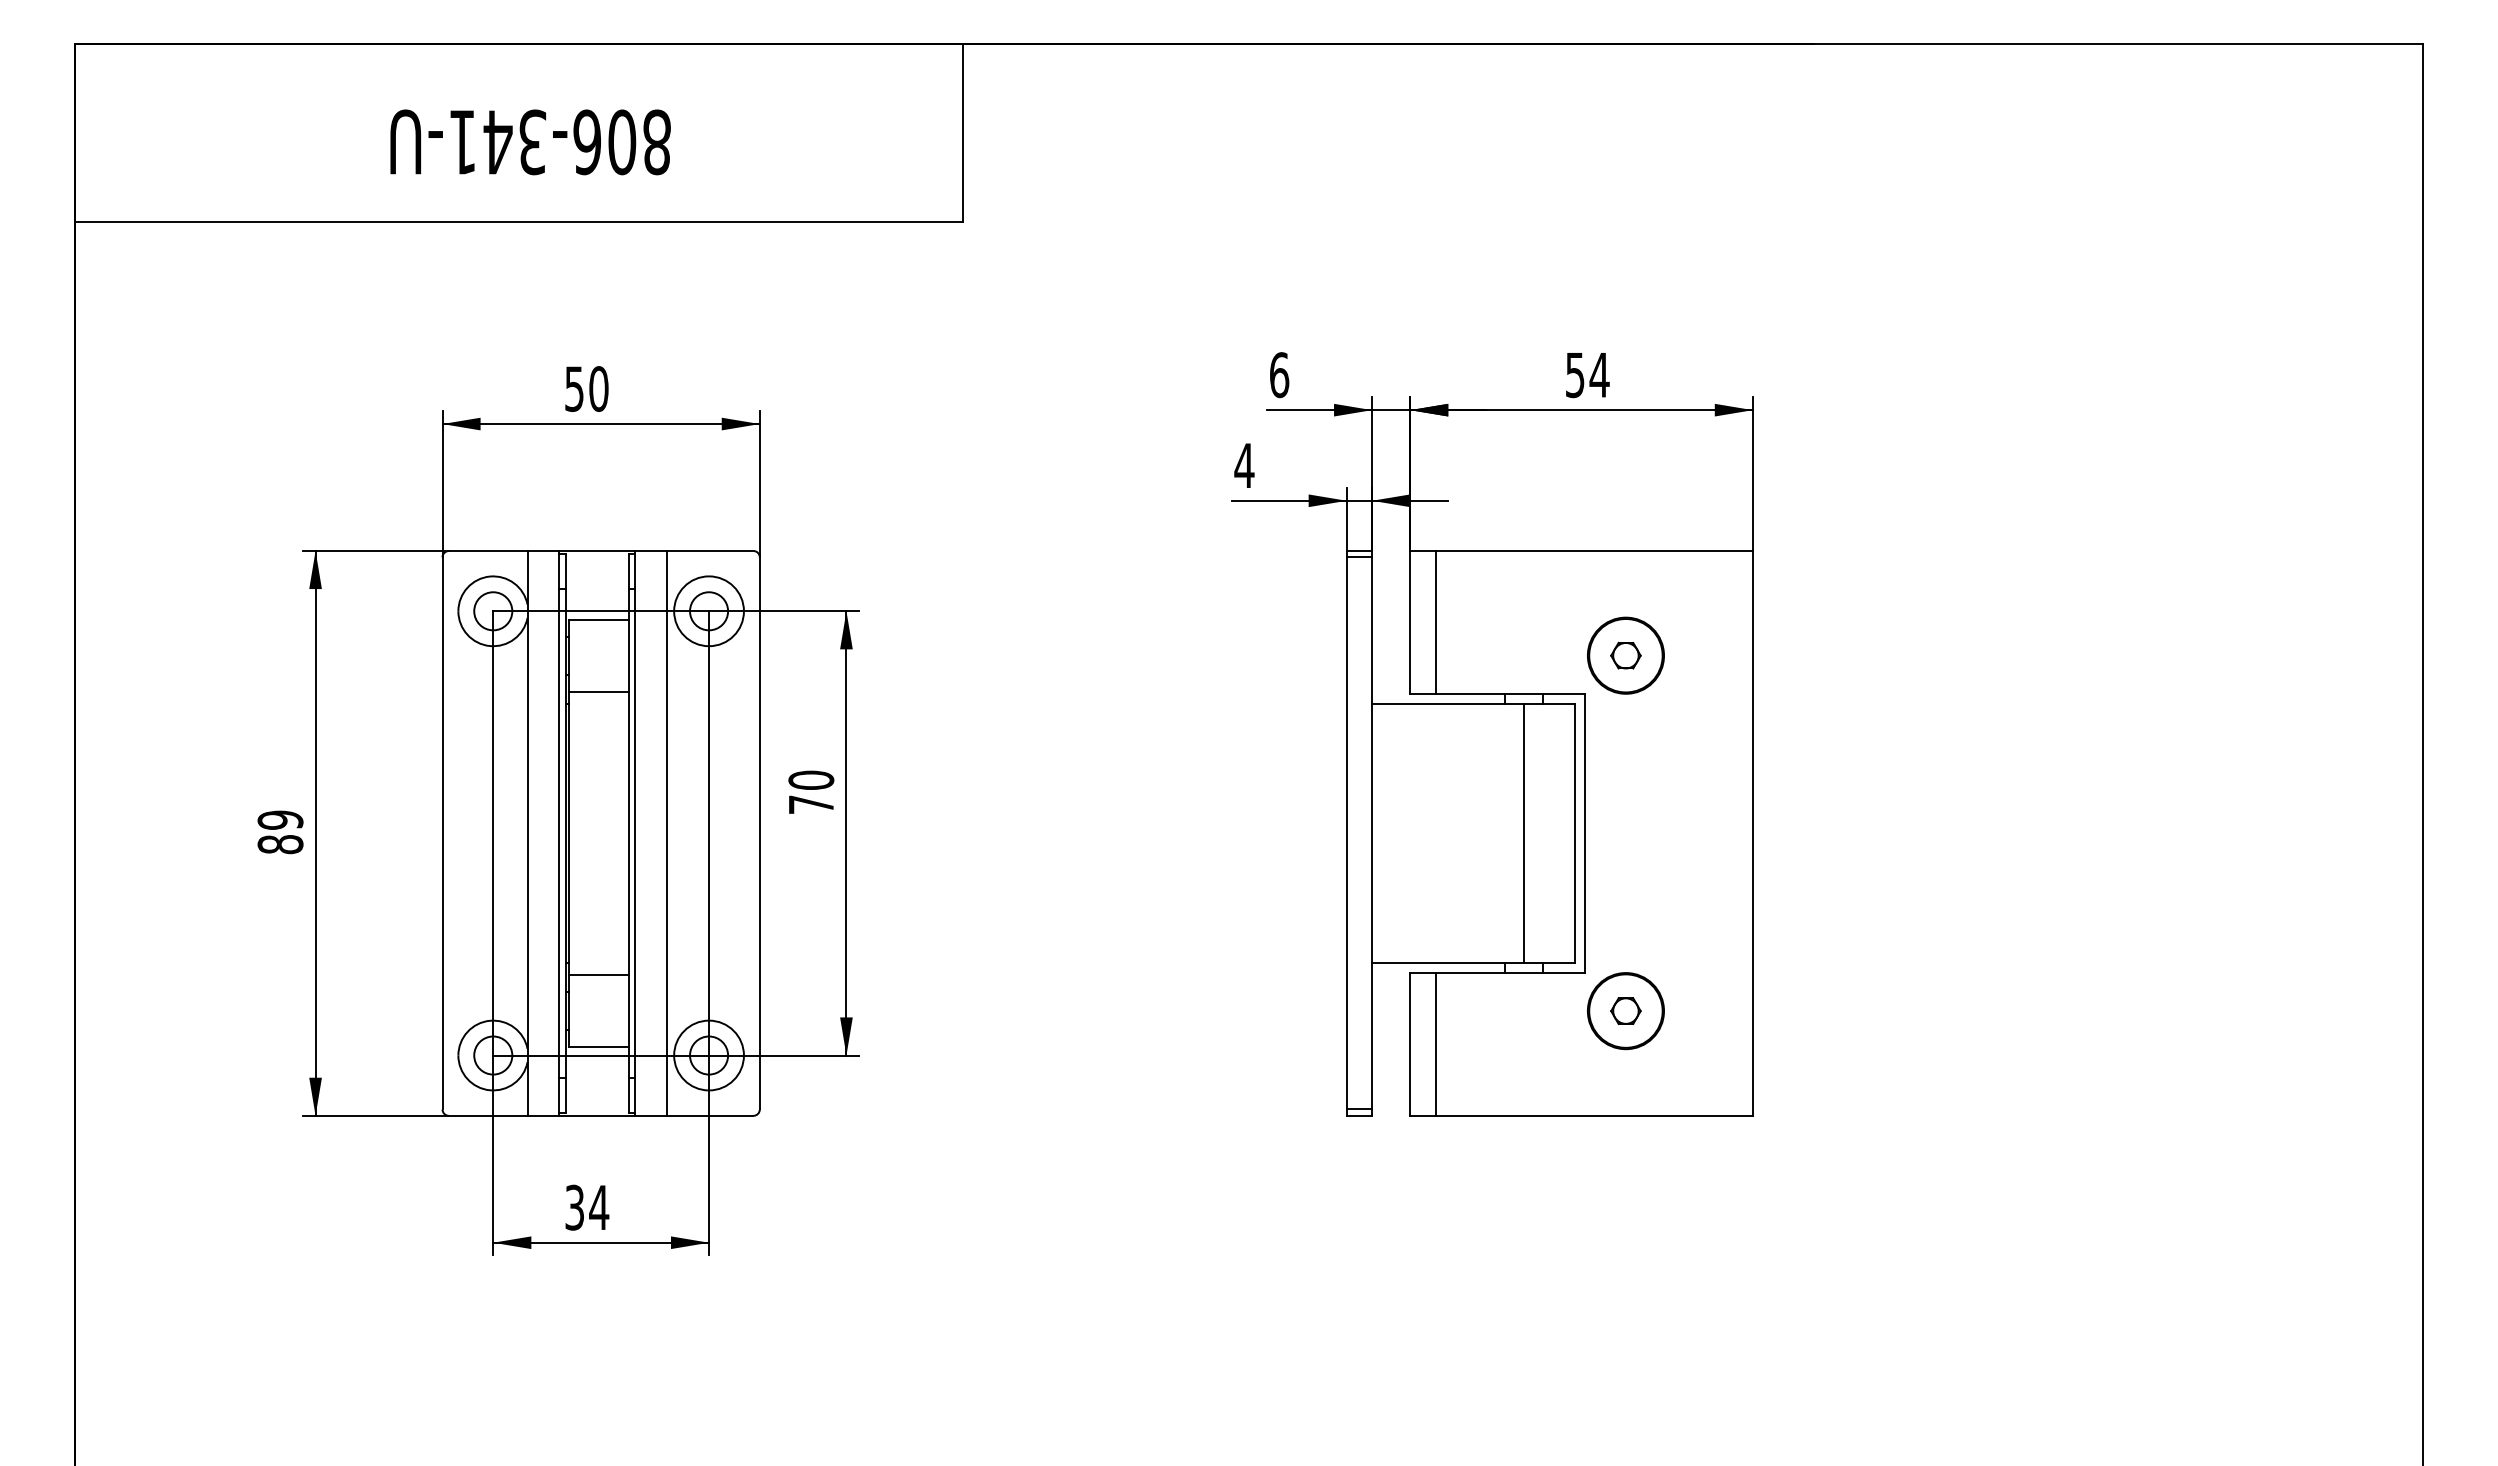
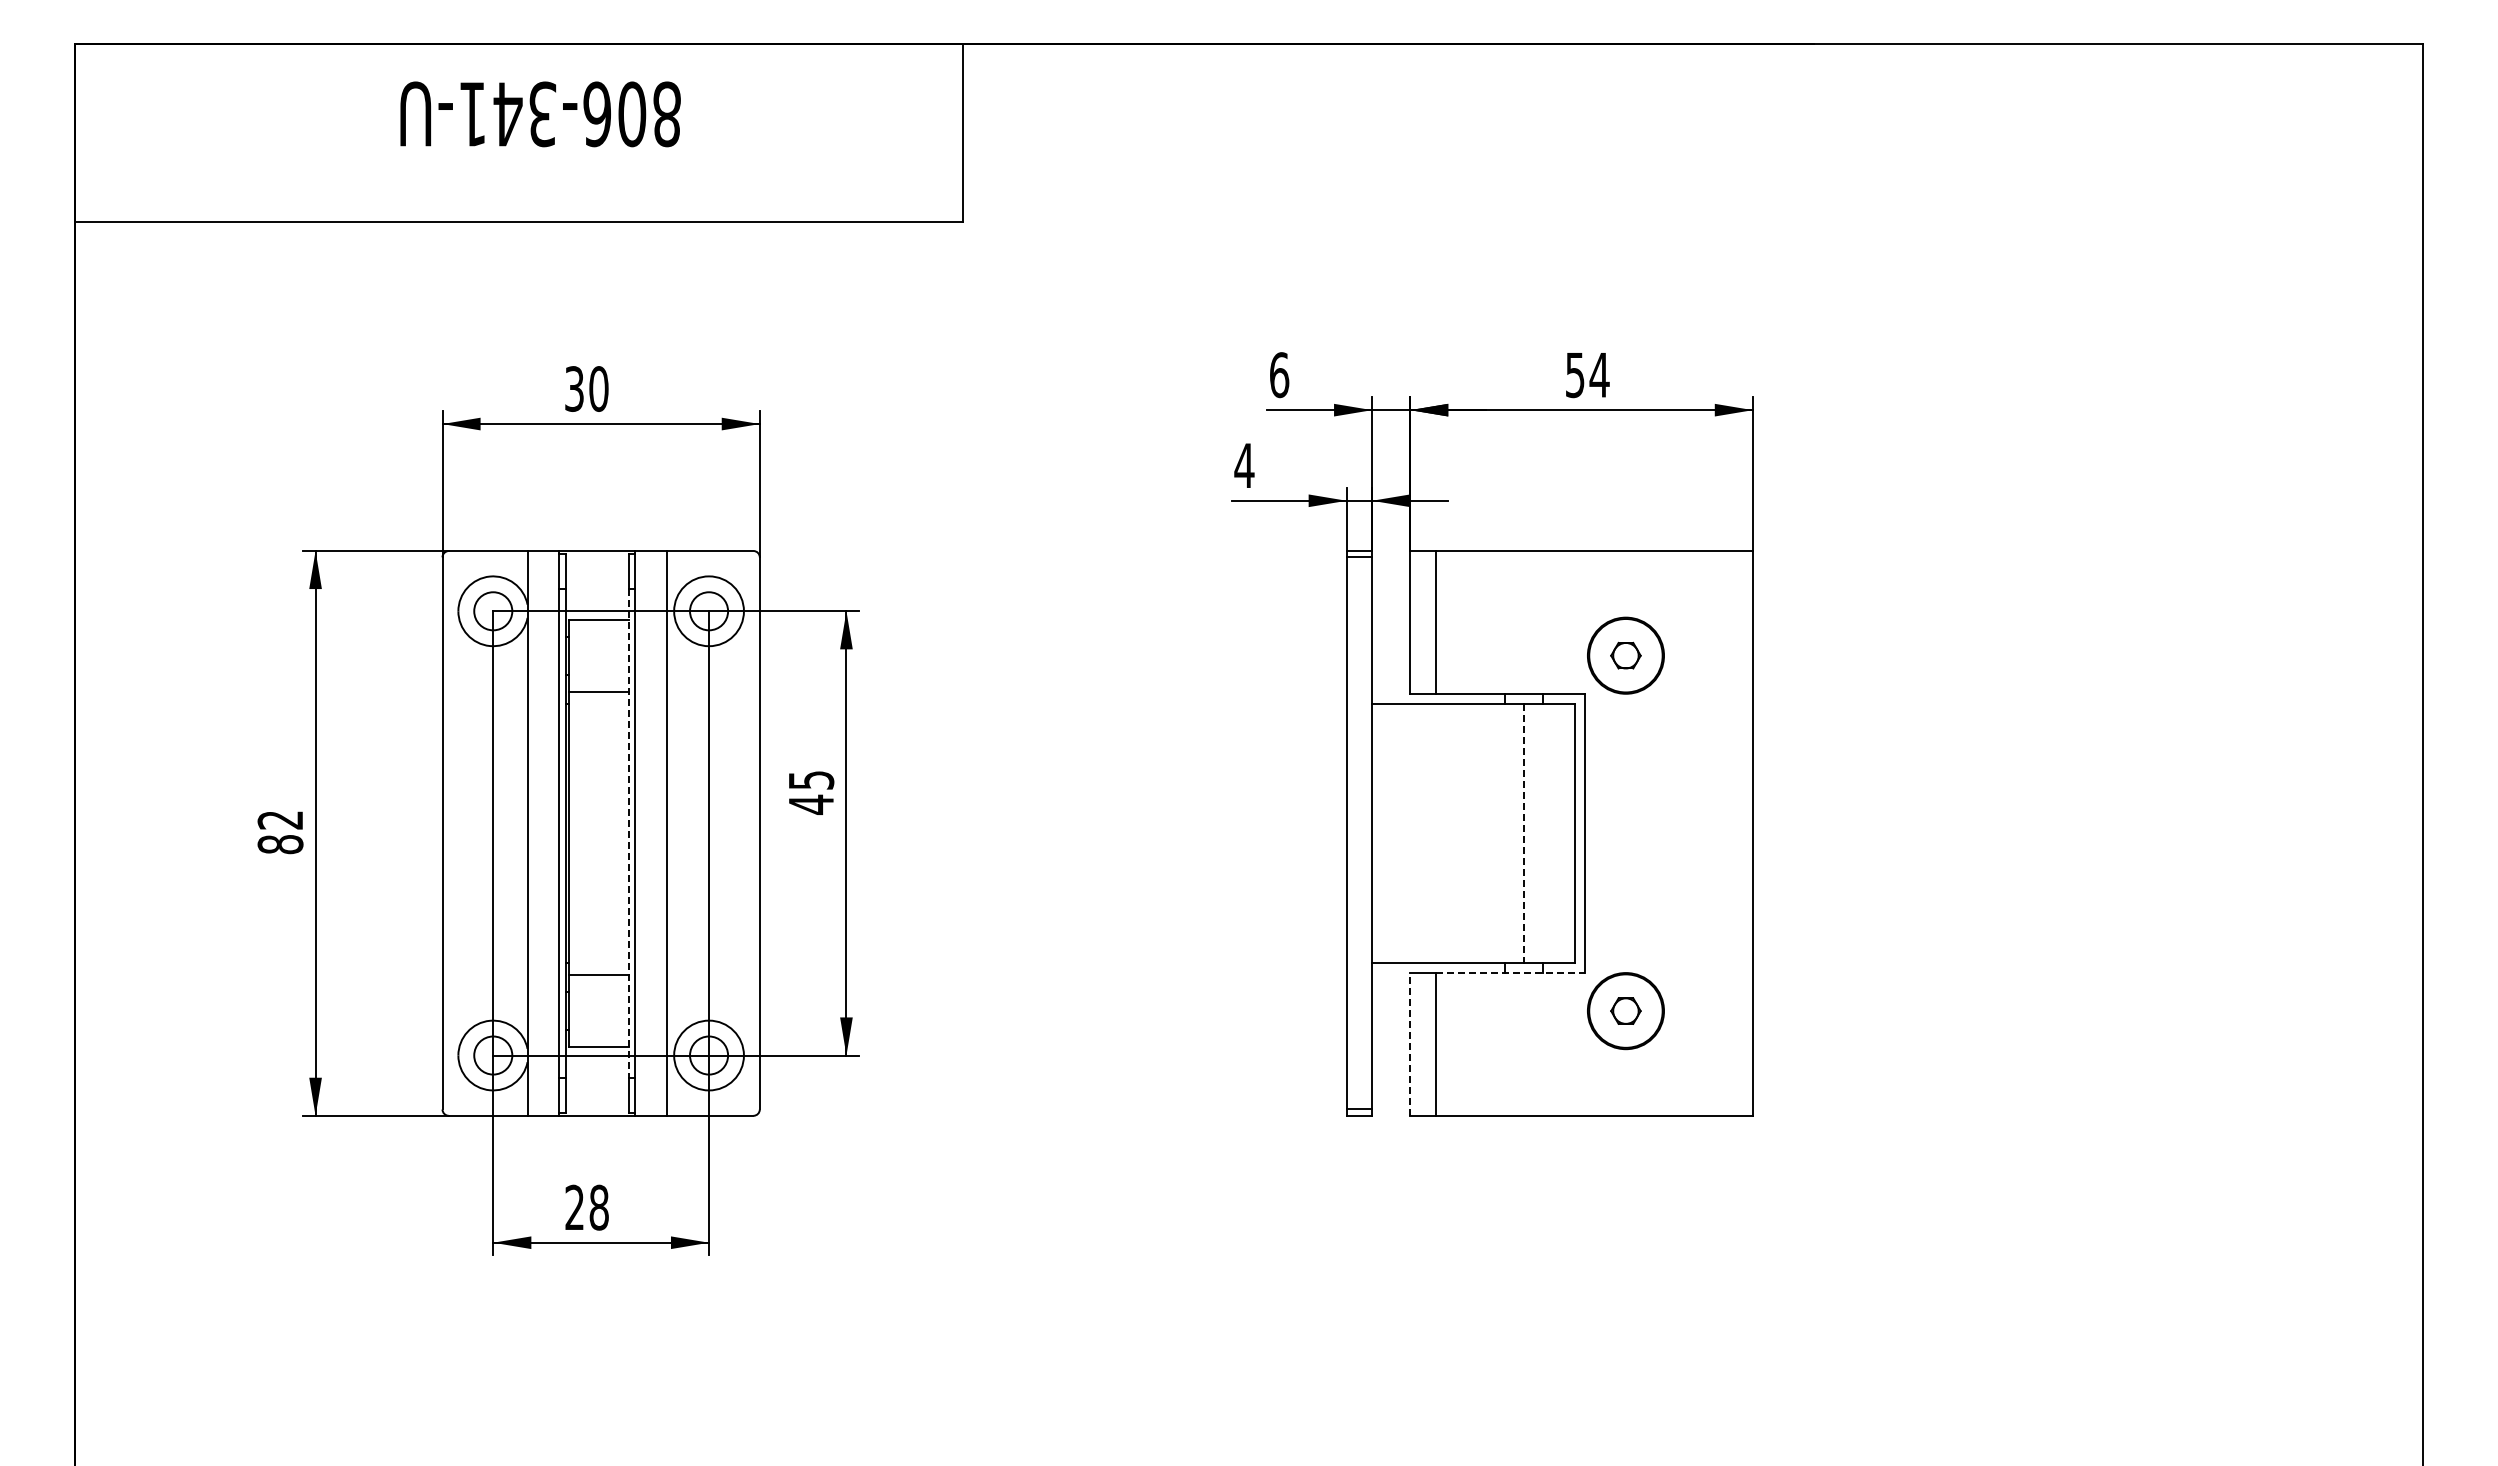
text at (530, 142) position: (530, 142) -> (540, 114)
text at (574, 388): 50 -> 30
text at (811, 792): 70 -> 45
text at (280, 819): 89 -> 82
line at (629, 833): solid -> dashed
line at (1524, 833): solid -> dashed
line at (1510, 973): solid -> dashed
line at (1410, 1043): solid -> dashed
text at (587, 1207): 34 -> 28
